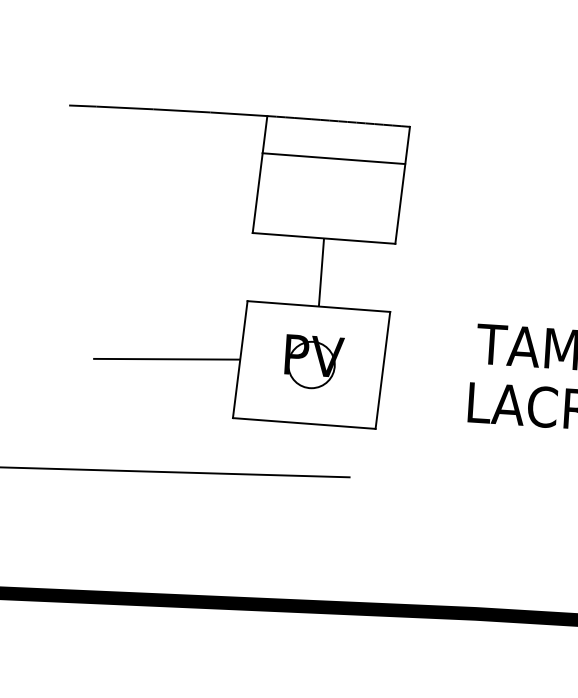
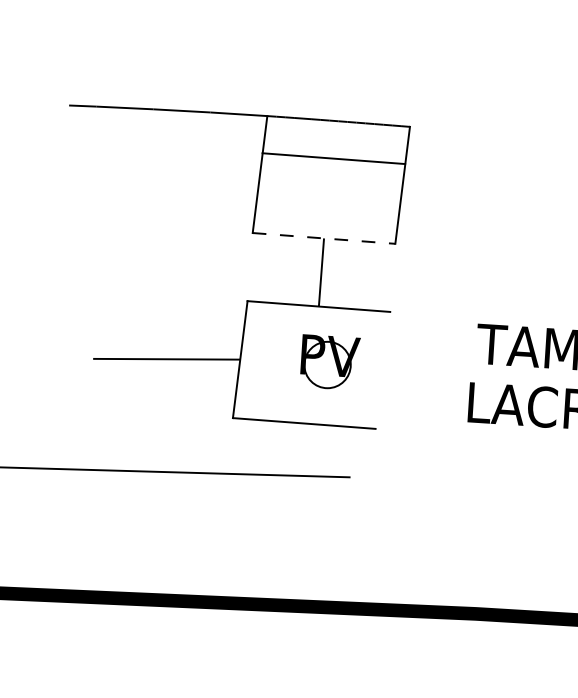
line at (324, 238): solid -> dashed
part at (314, 361) position: (314, 361) -> (330, 361)
line at (382, 369): present -> none
